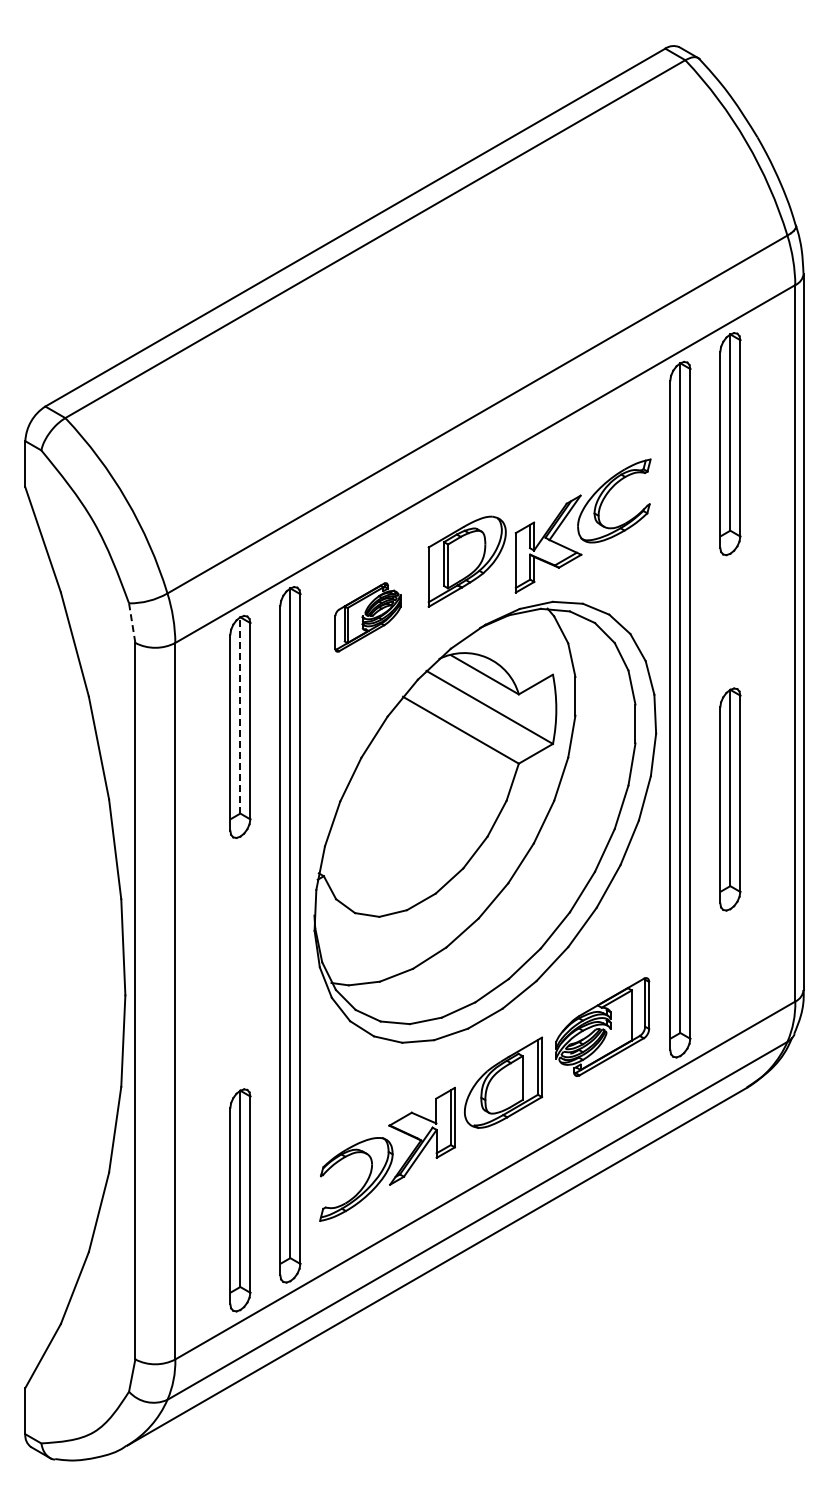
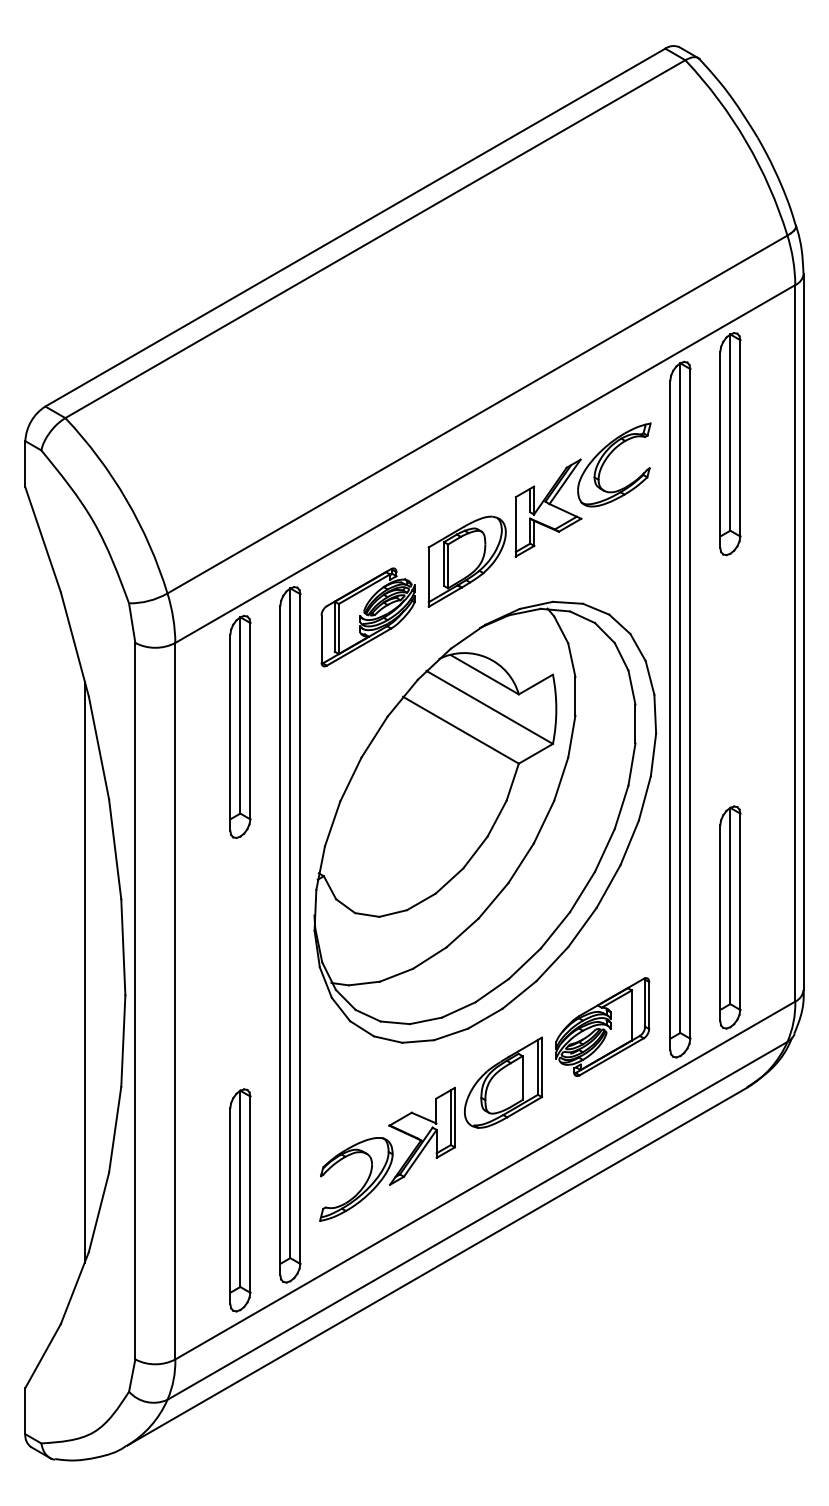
part at (582, 525) position: (582, 525) -> (582, 489)
part at (367, 617) size: 68x71 px -> 96x101 px
line at (132, 623): dashed -> solid
line at (240, 714): dashed -> solid
part at (730, 799) position: (730, 799) -> (730, 917)
line at (85, 971): none -> present
